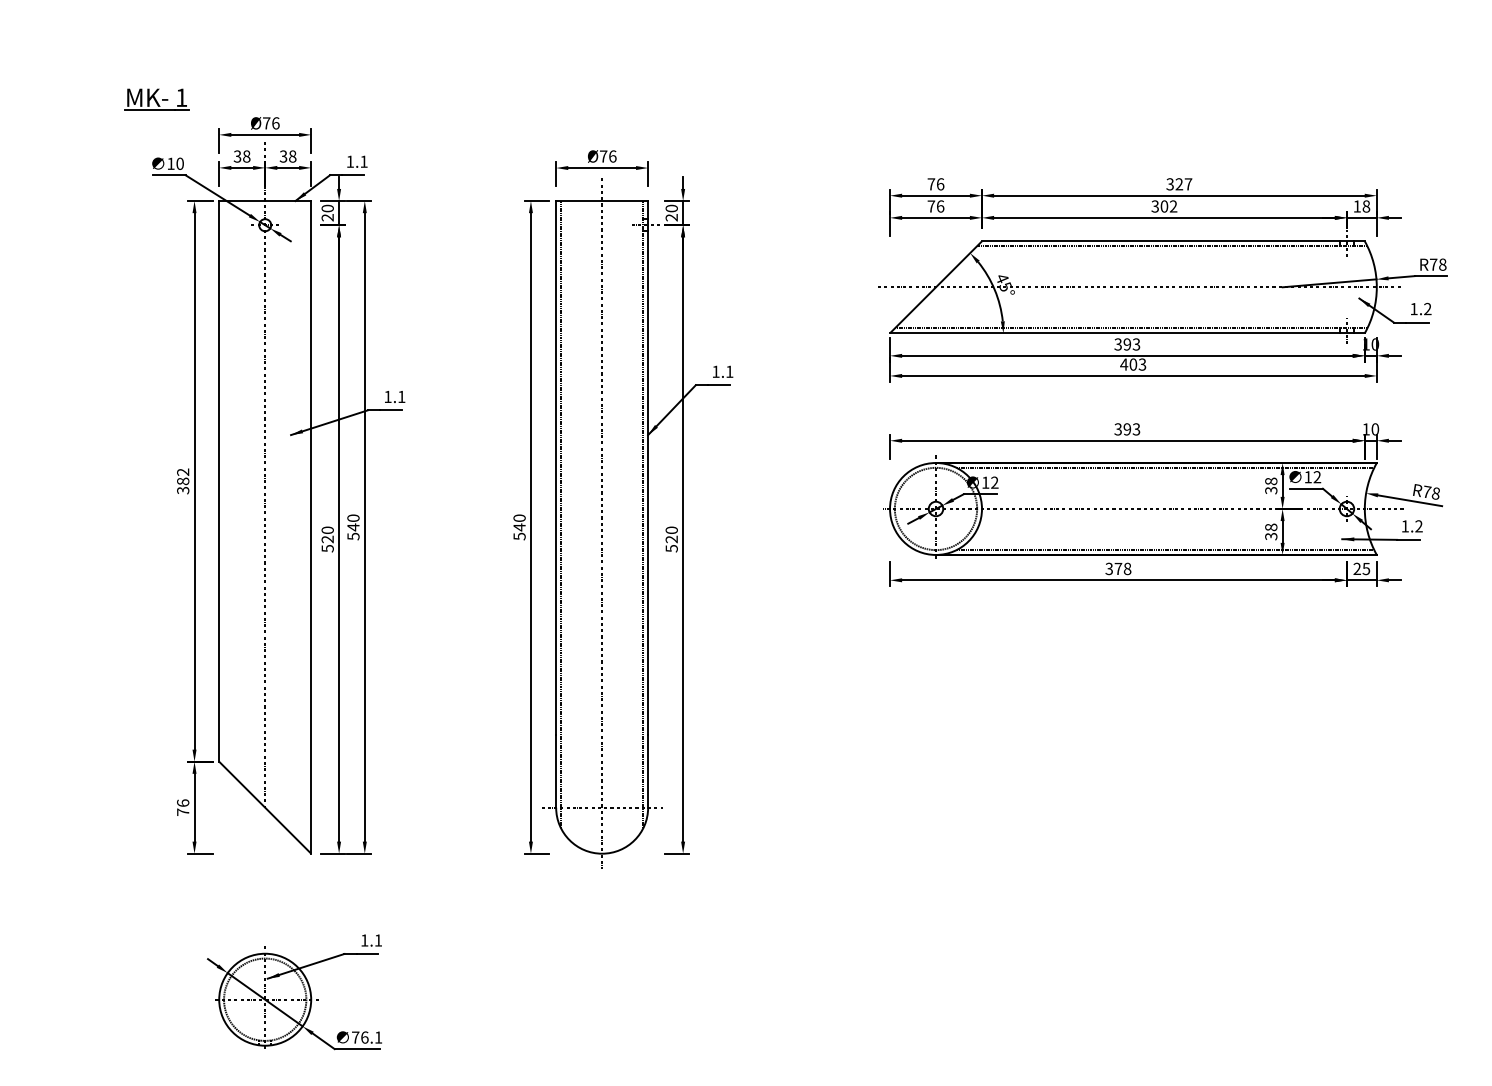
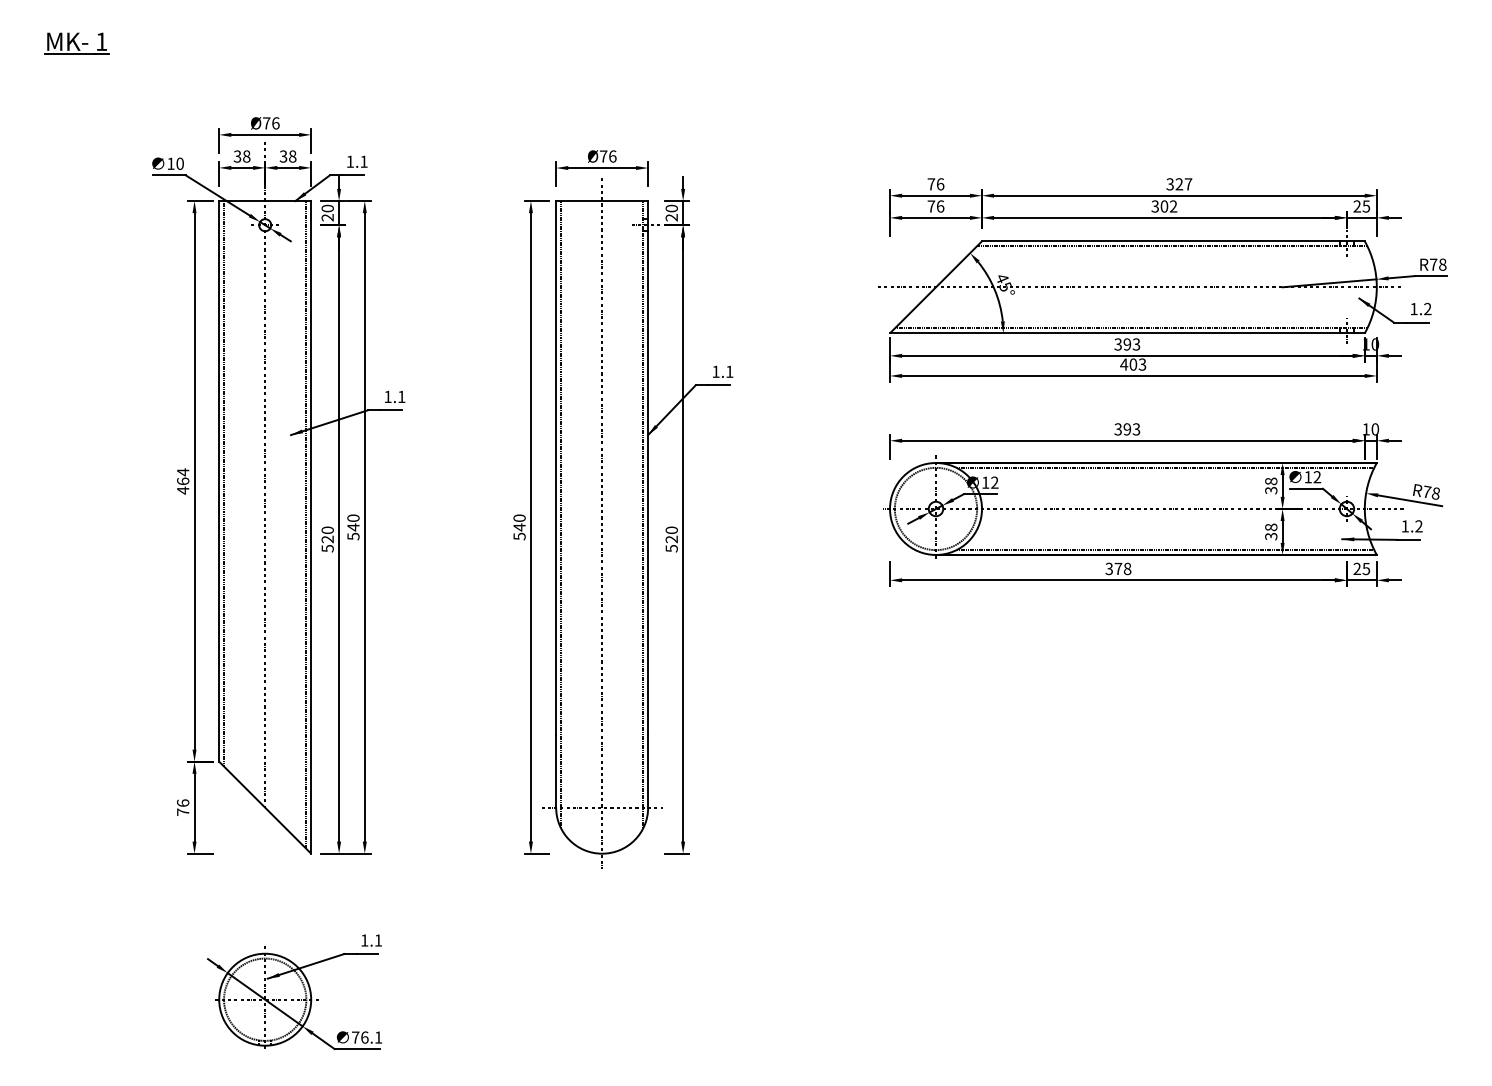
part at (156, 99) position: (156, 99) -> (76, 43)
text at (1361, 206): 18 -> 25
text at (183, 481): 382 -> 464
line at (224, 483): none -> present
line at (306, 524): none -> present
